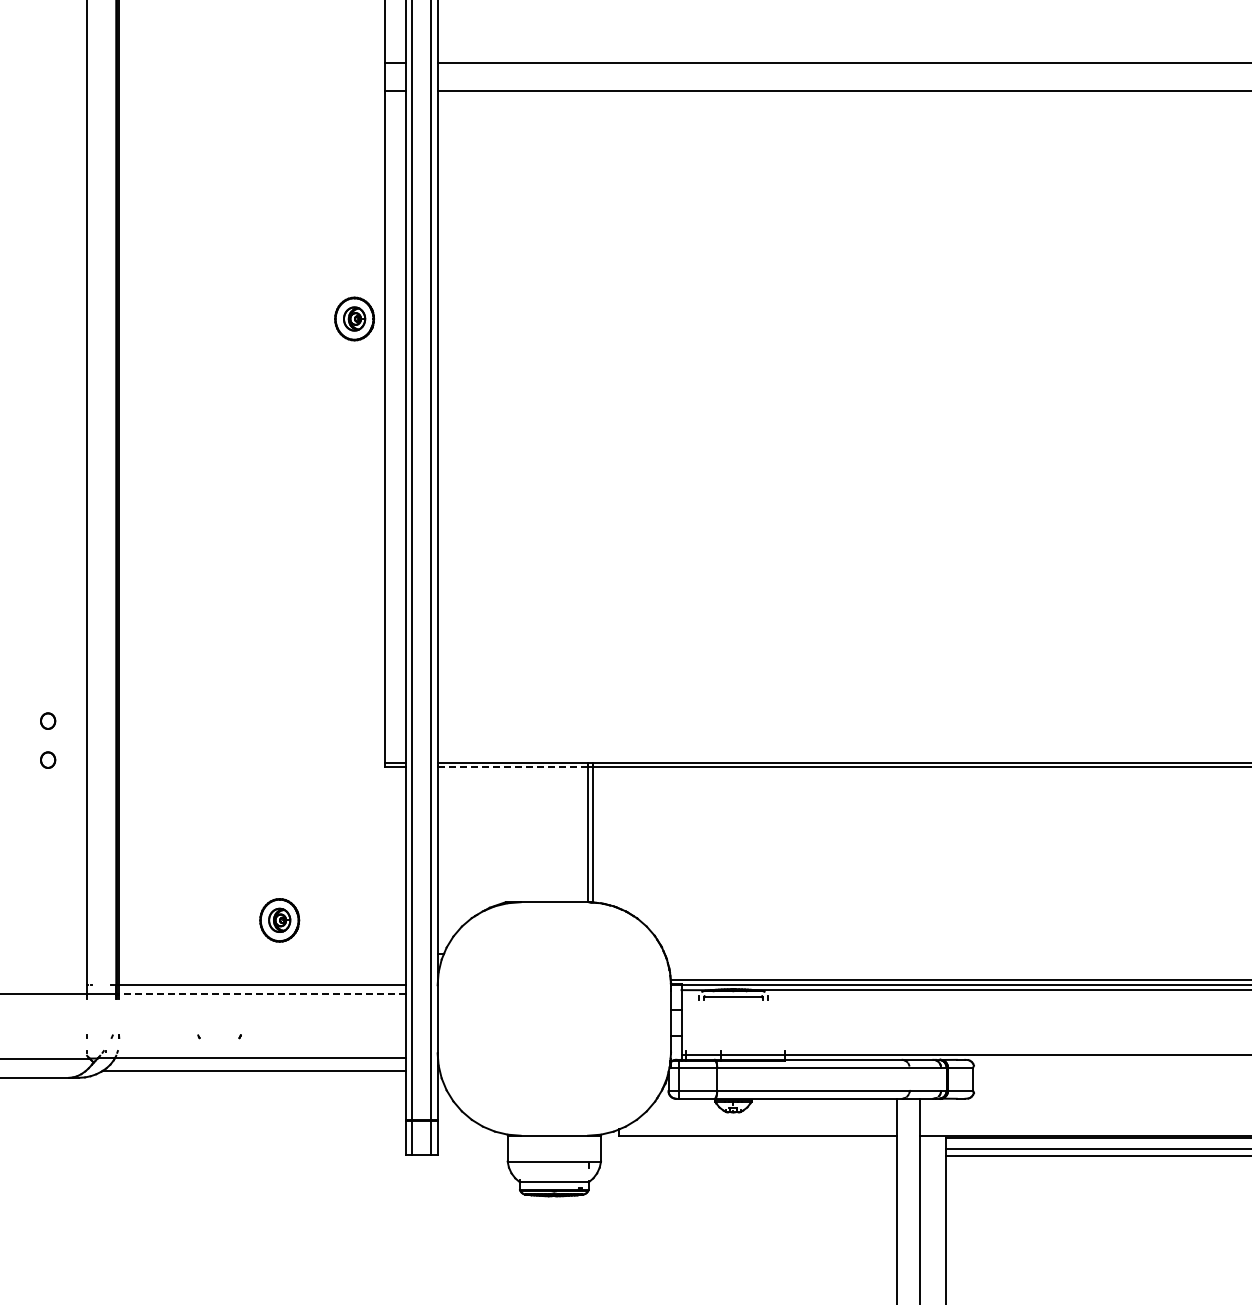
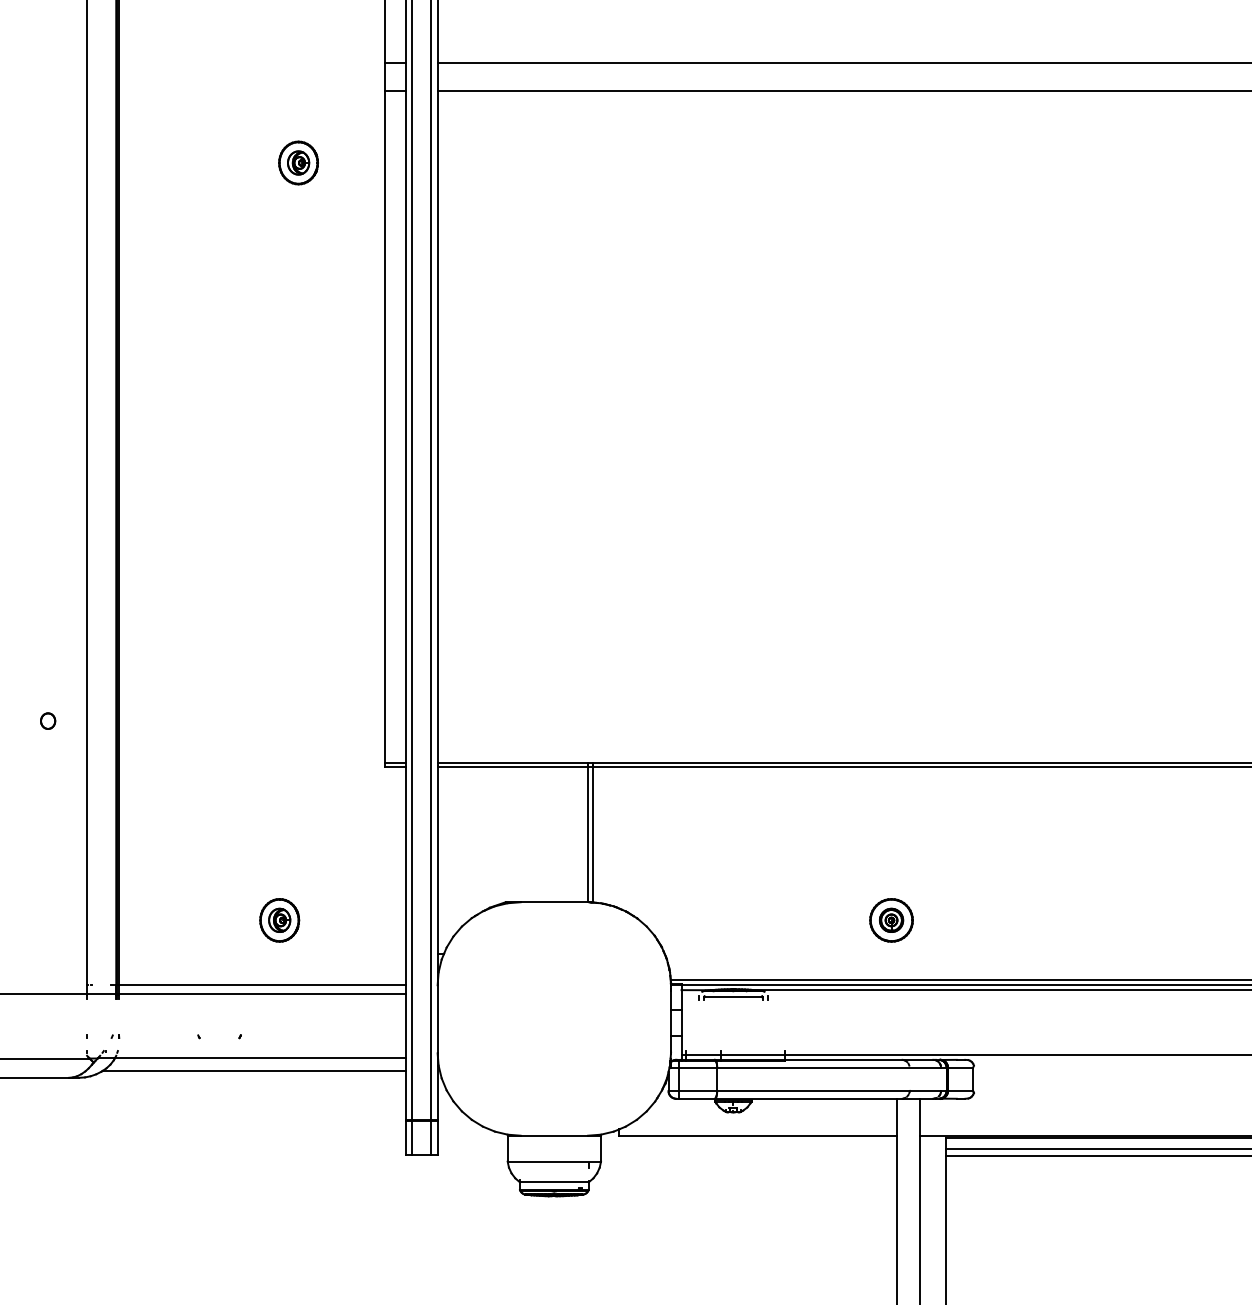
part at (354, 318) position: (354, 318) -> (298, 162)
part at (48, 759): present -> none
line at (512, 767): dashed -> solid
part at (891, 920): none -> present
line at (262, 993): dashed -> solid
